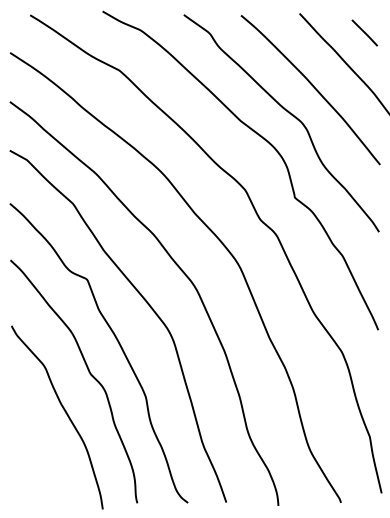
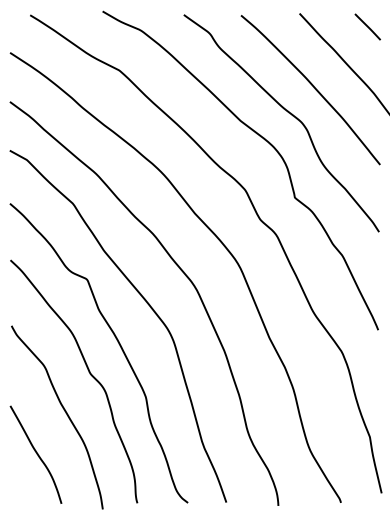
line at (364, 32) position: (364, 32) -> (367, 26)
curve at (36, 454): none -> present
